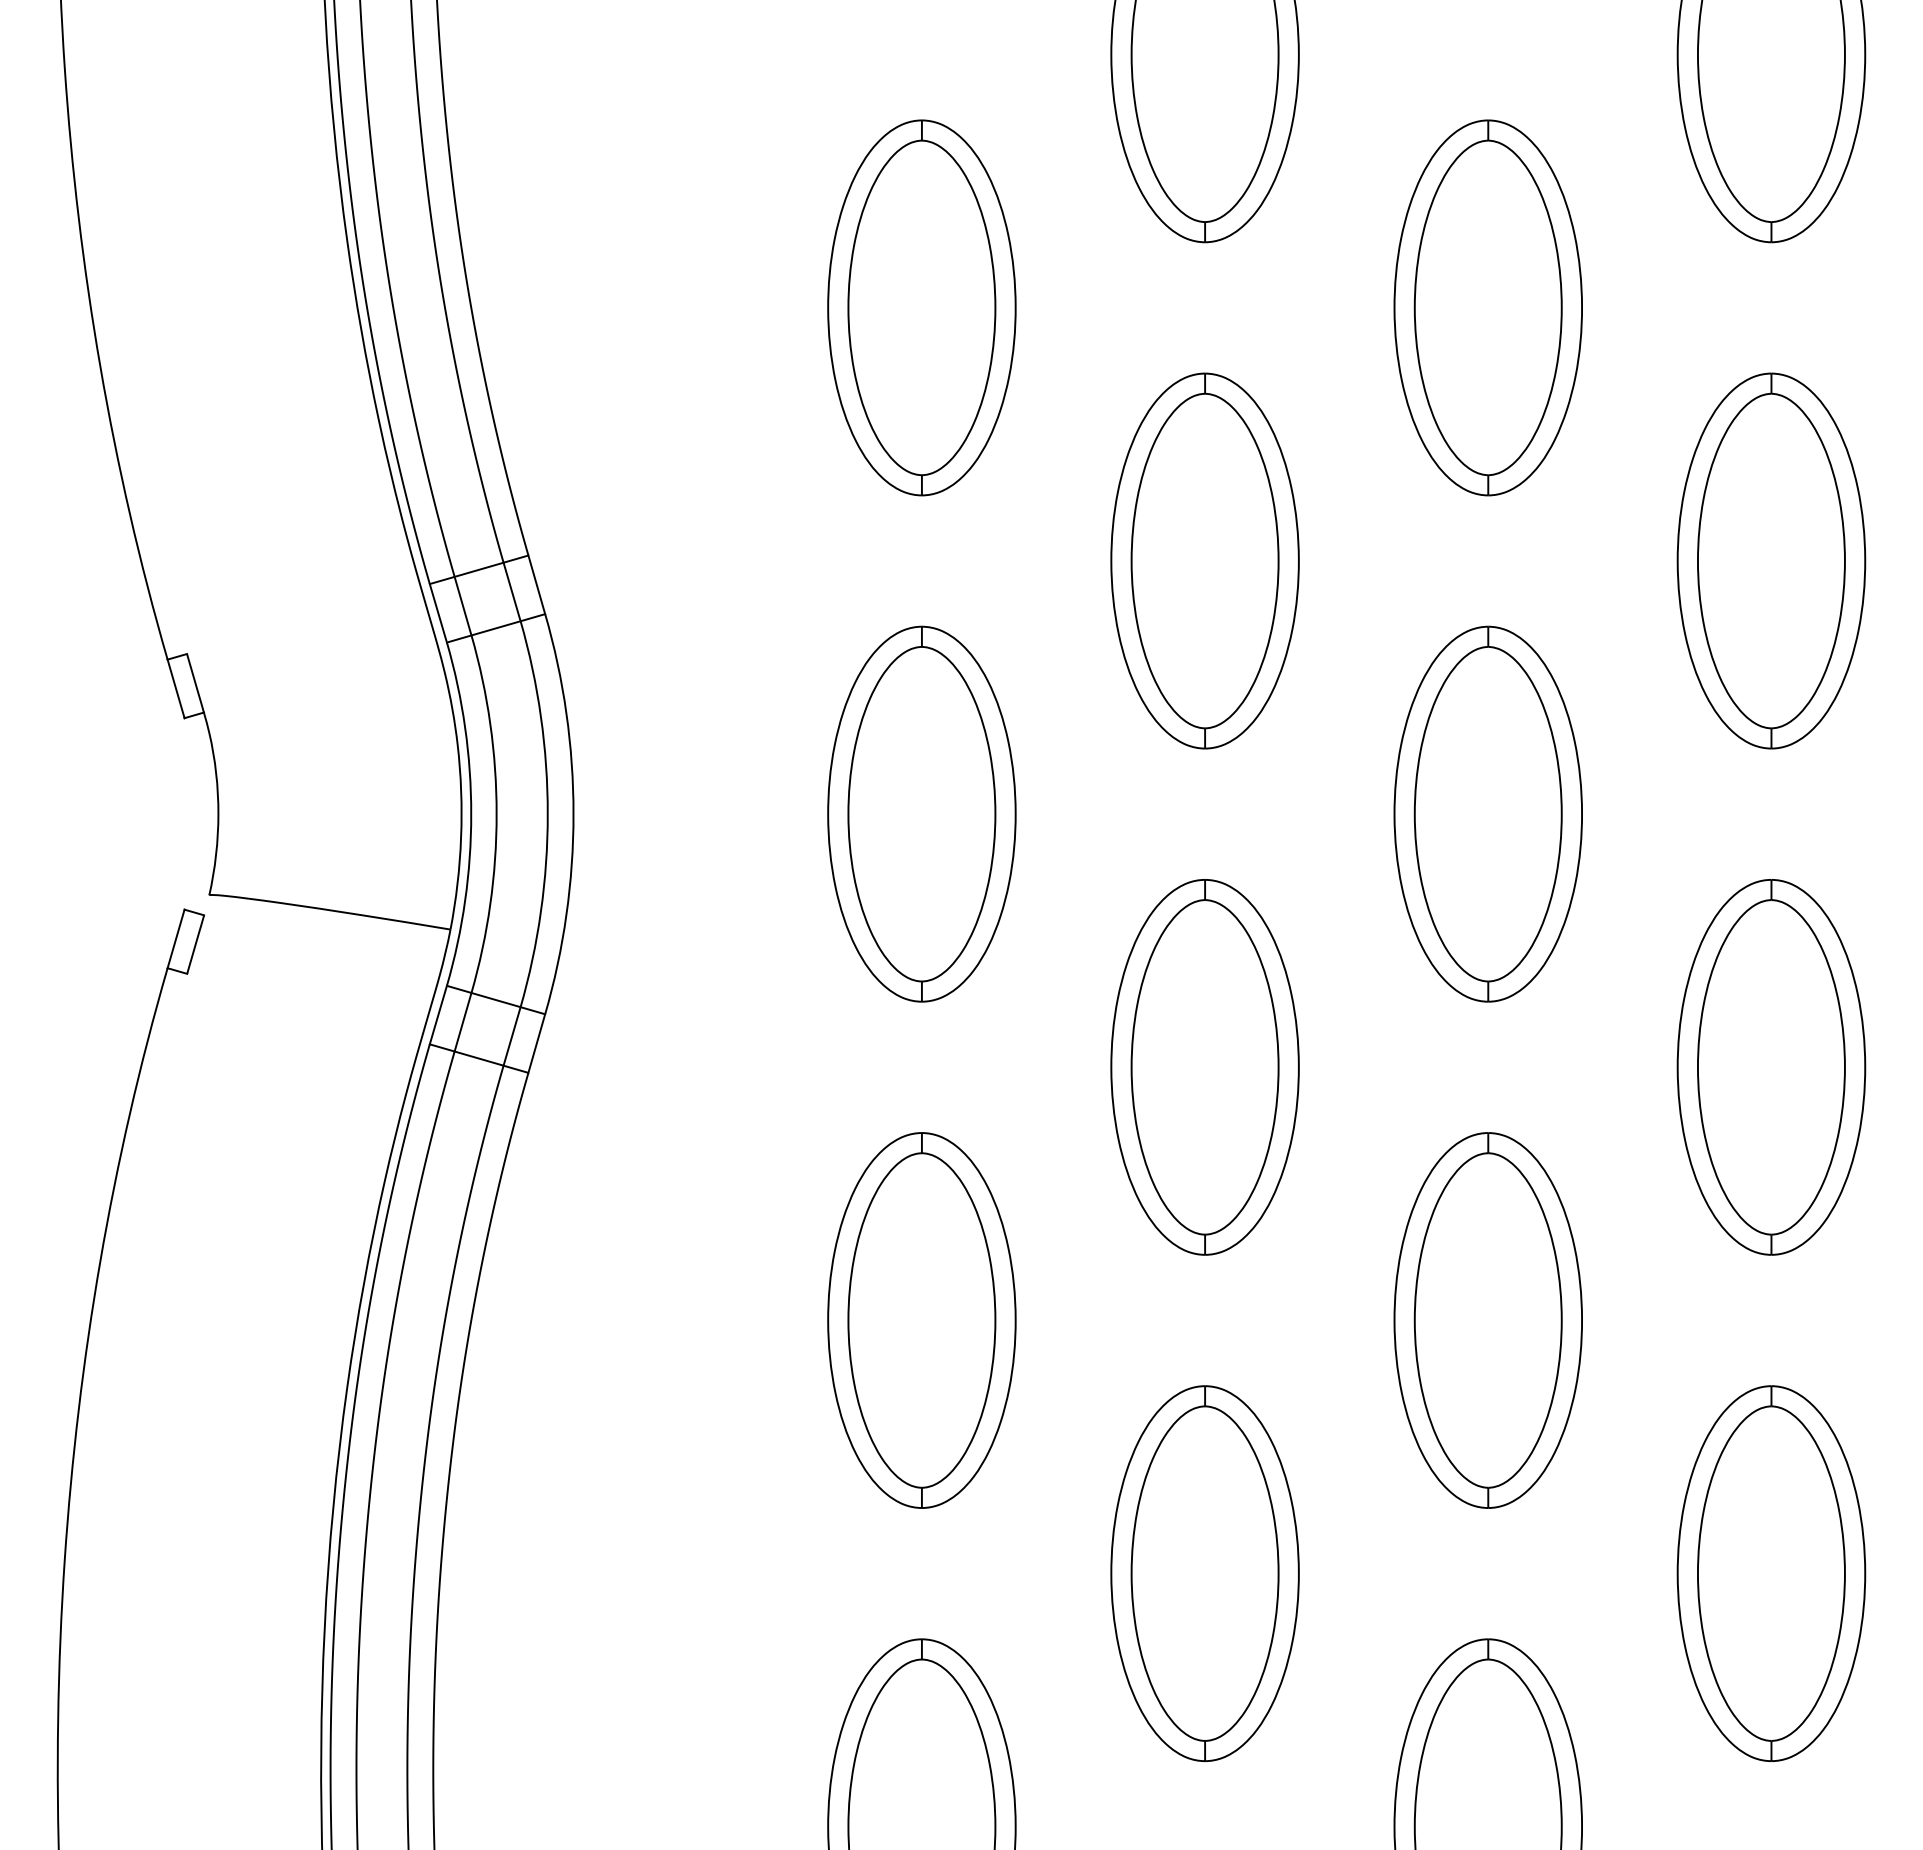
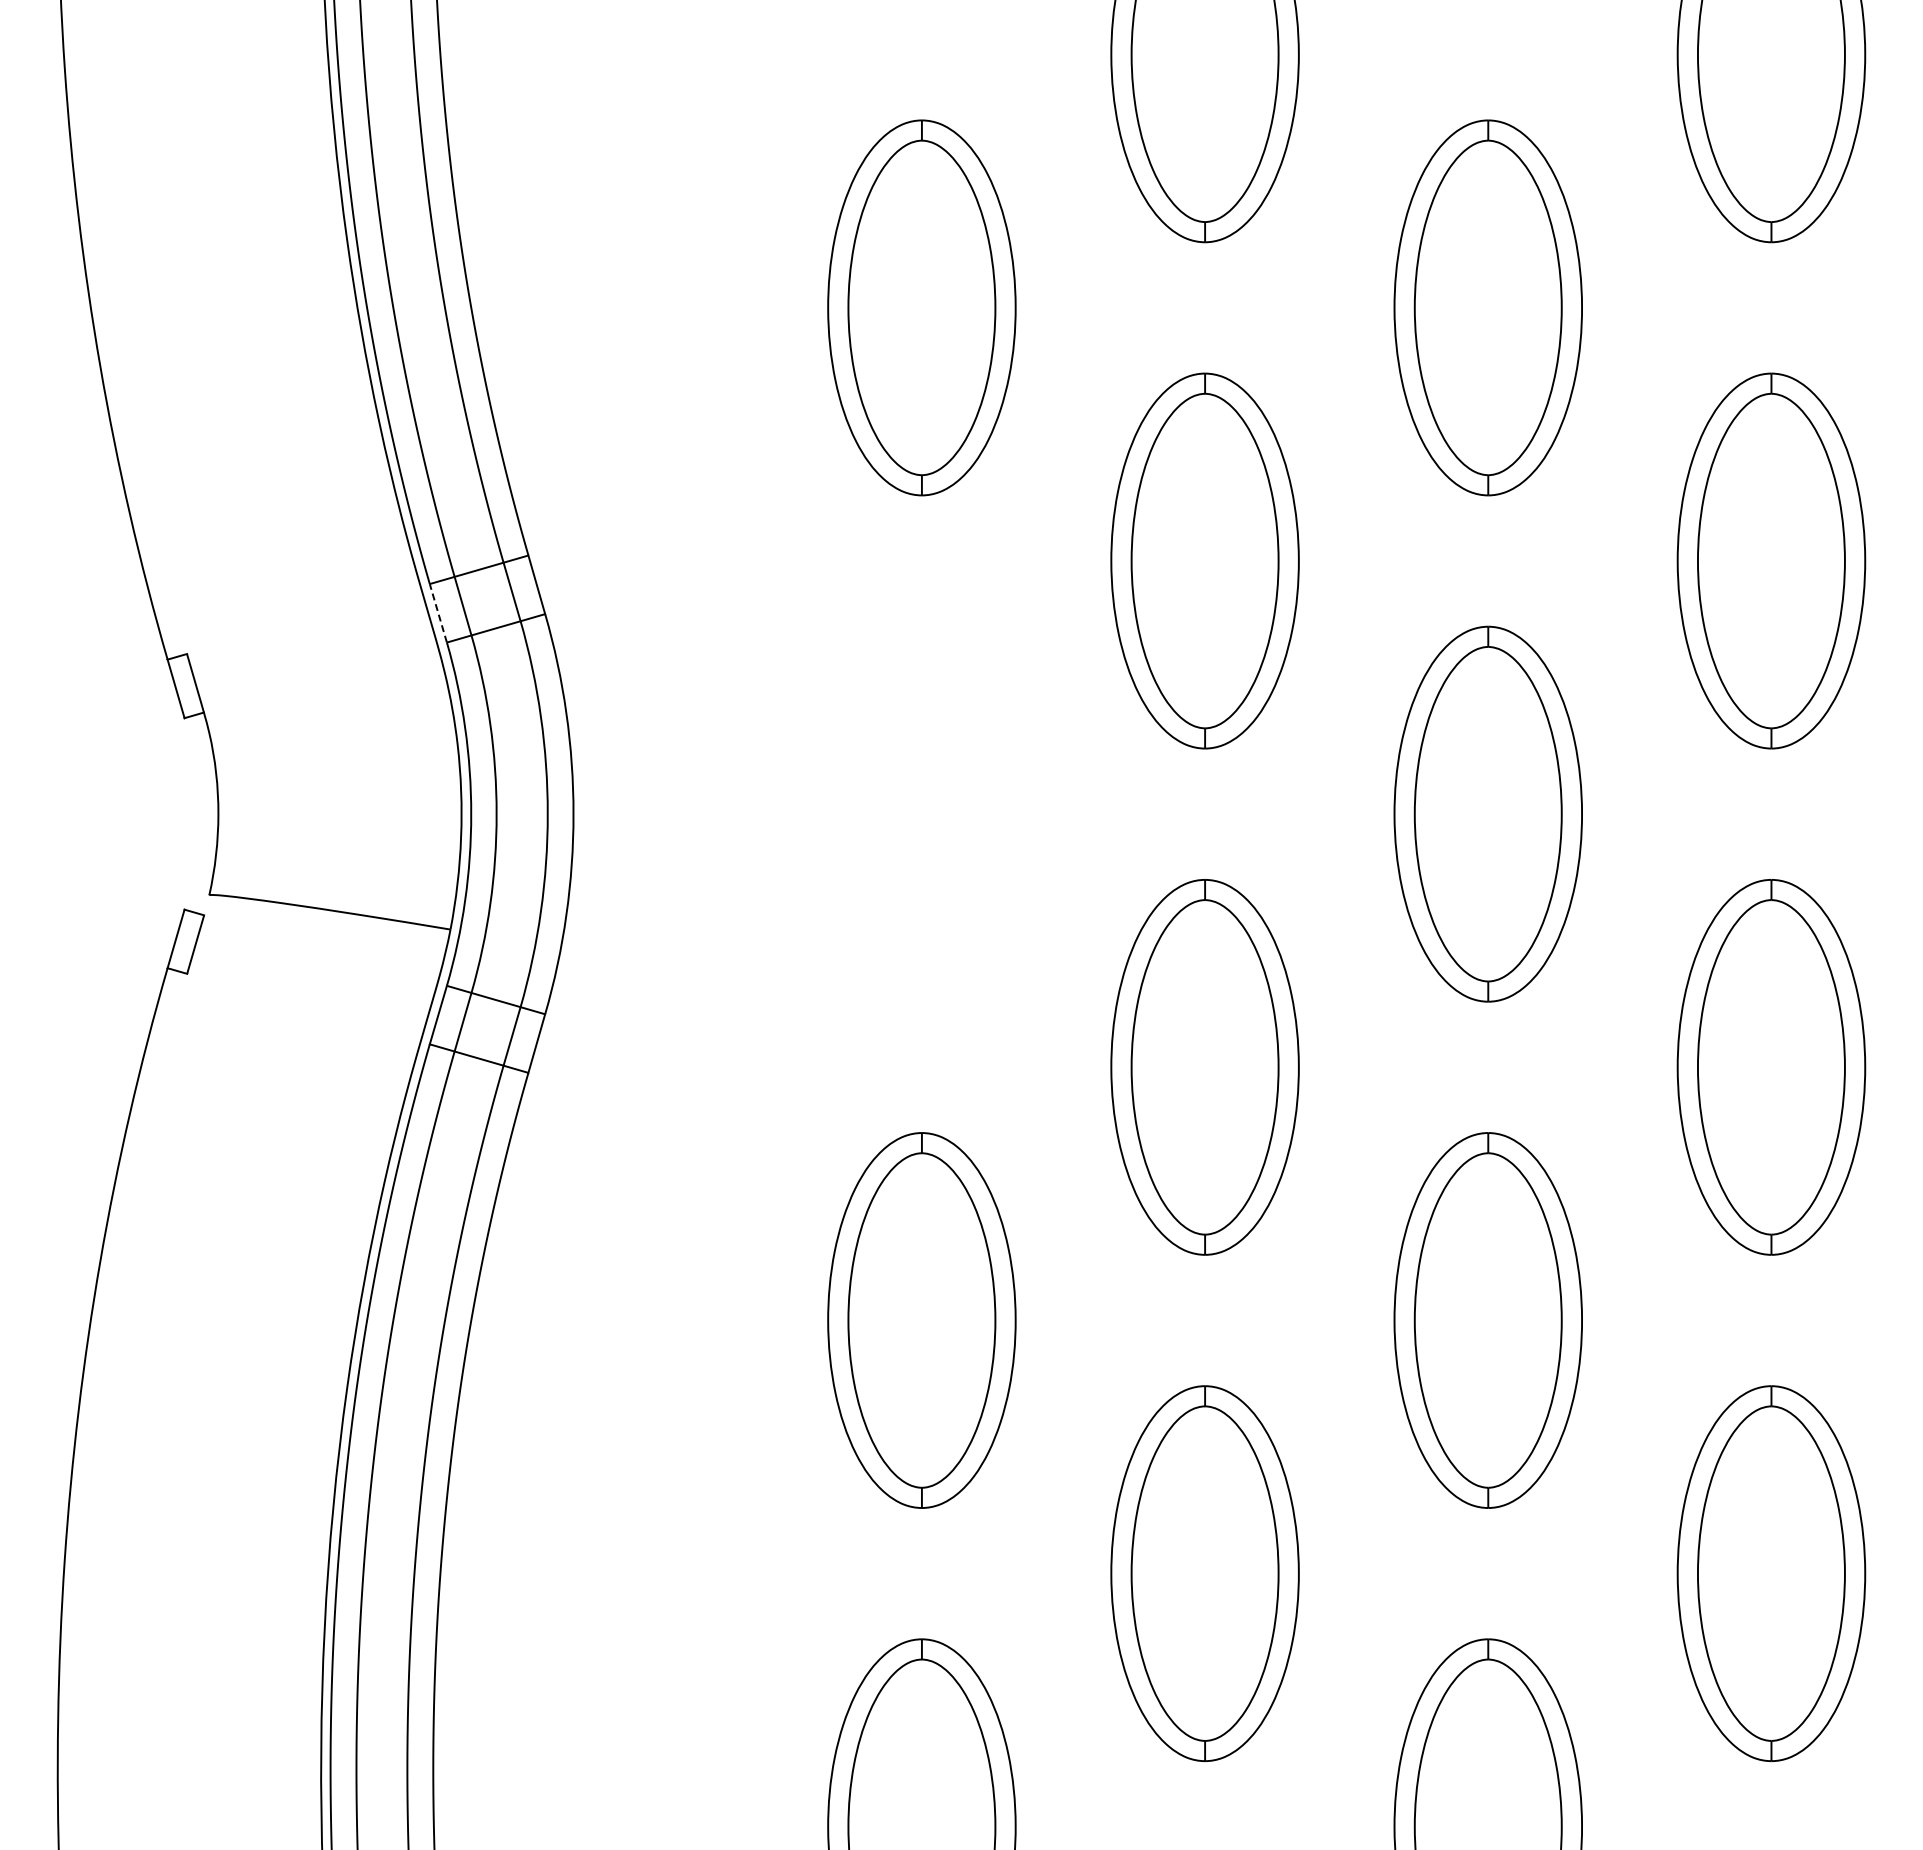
line at (438, 612): solid -> dashed
part at (921, 813): present -> none
